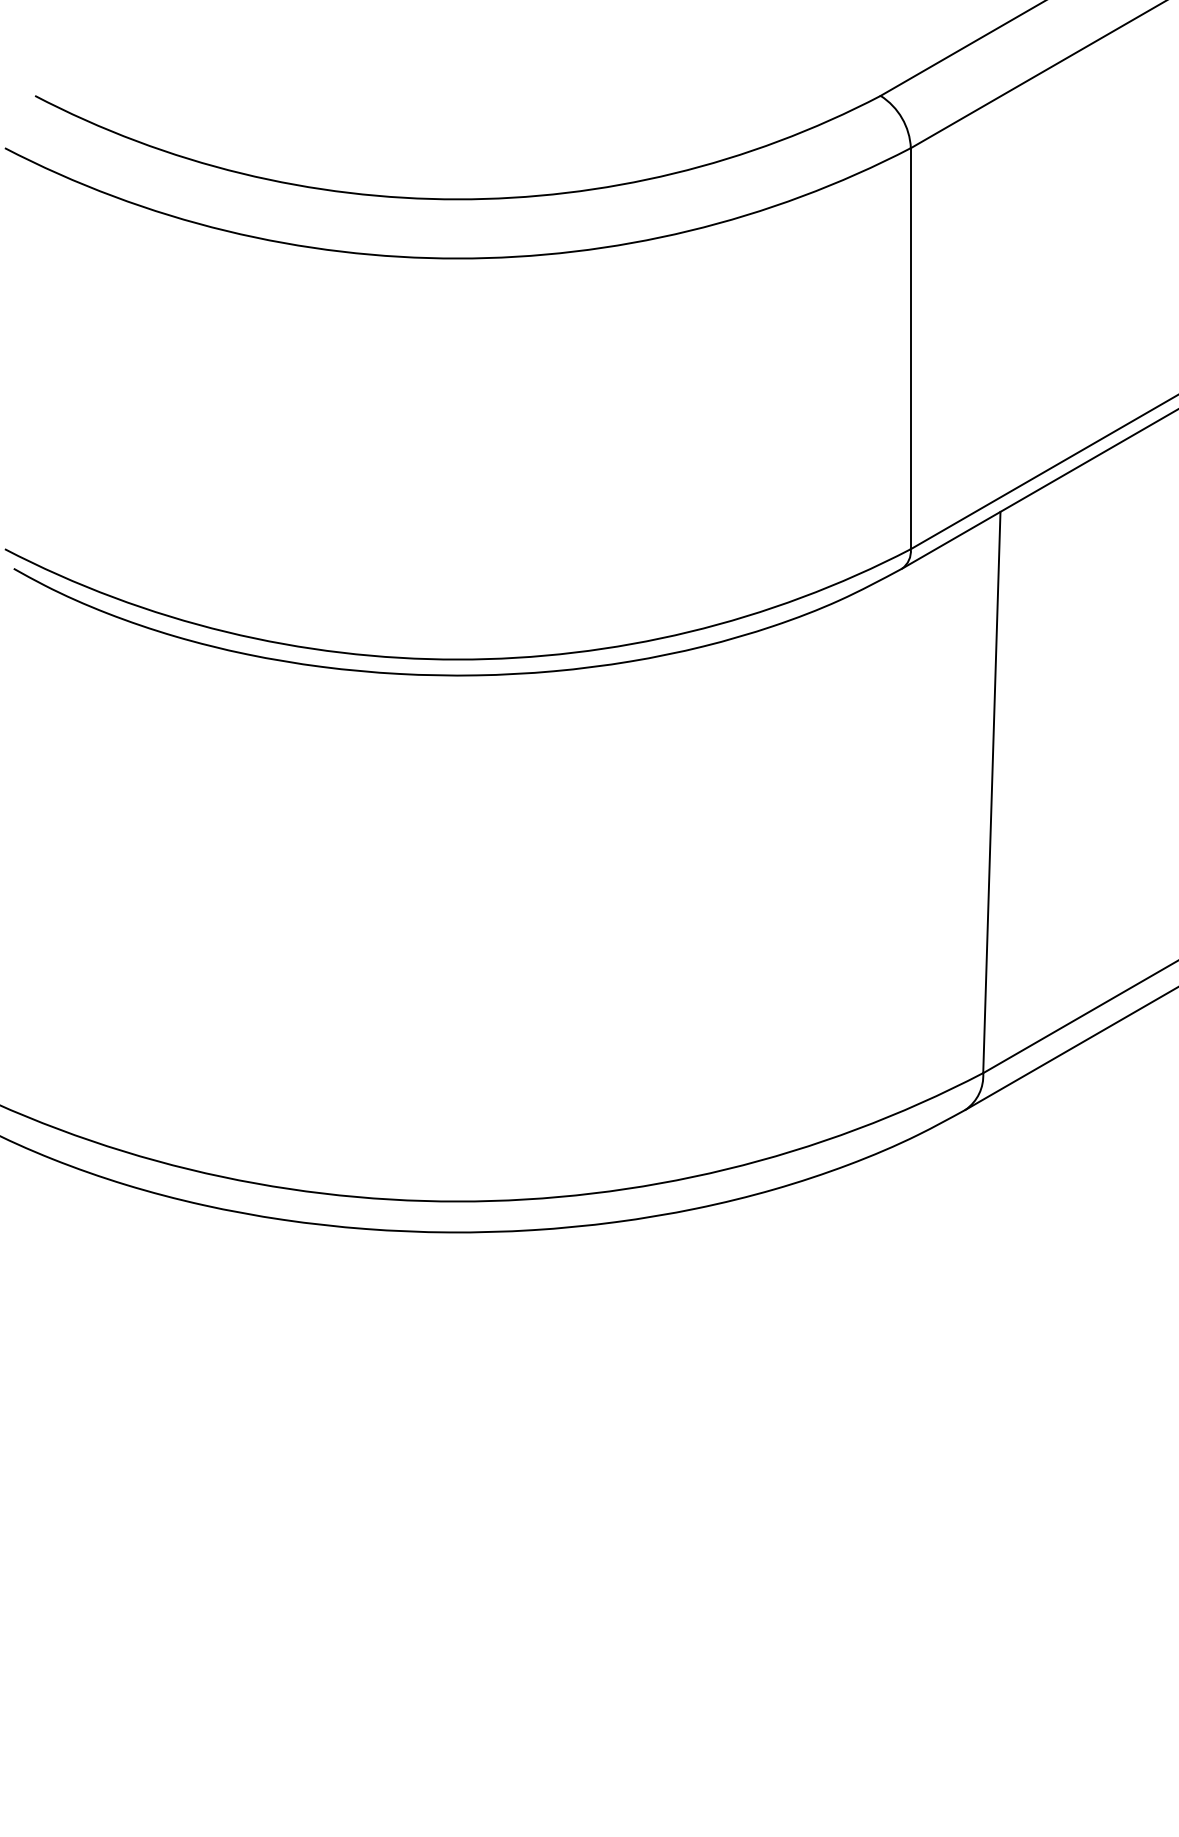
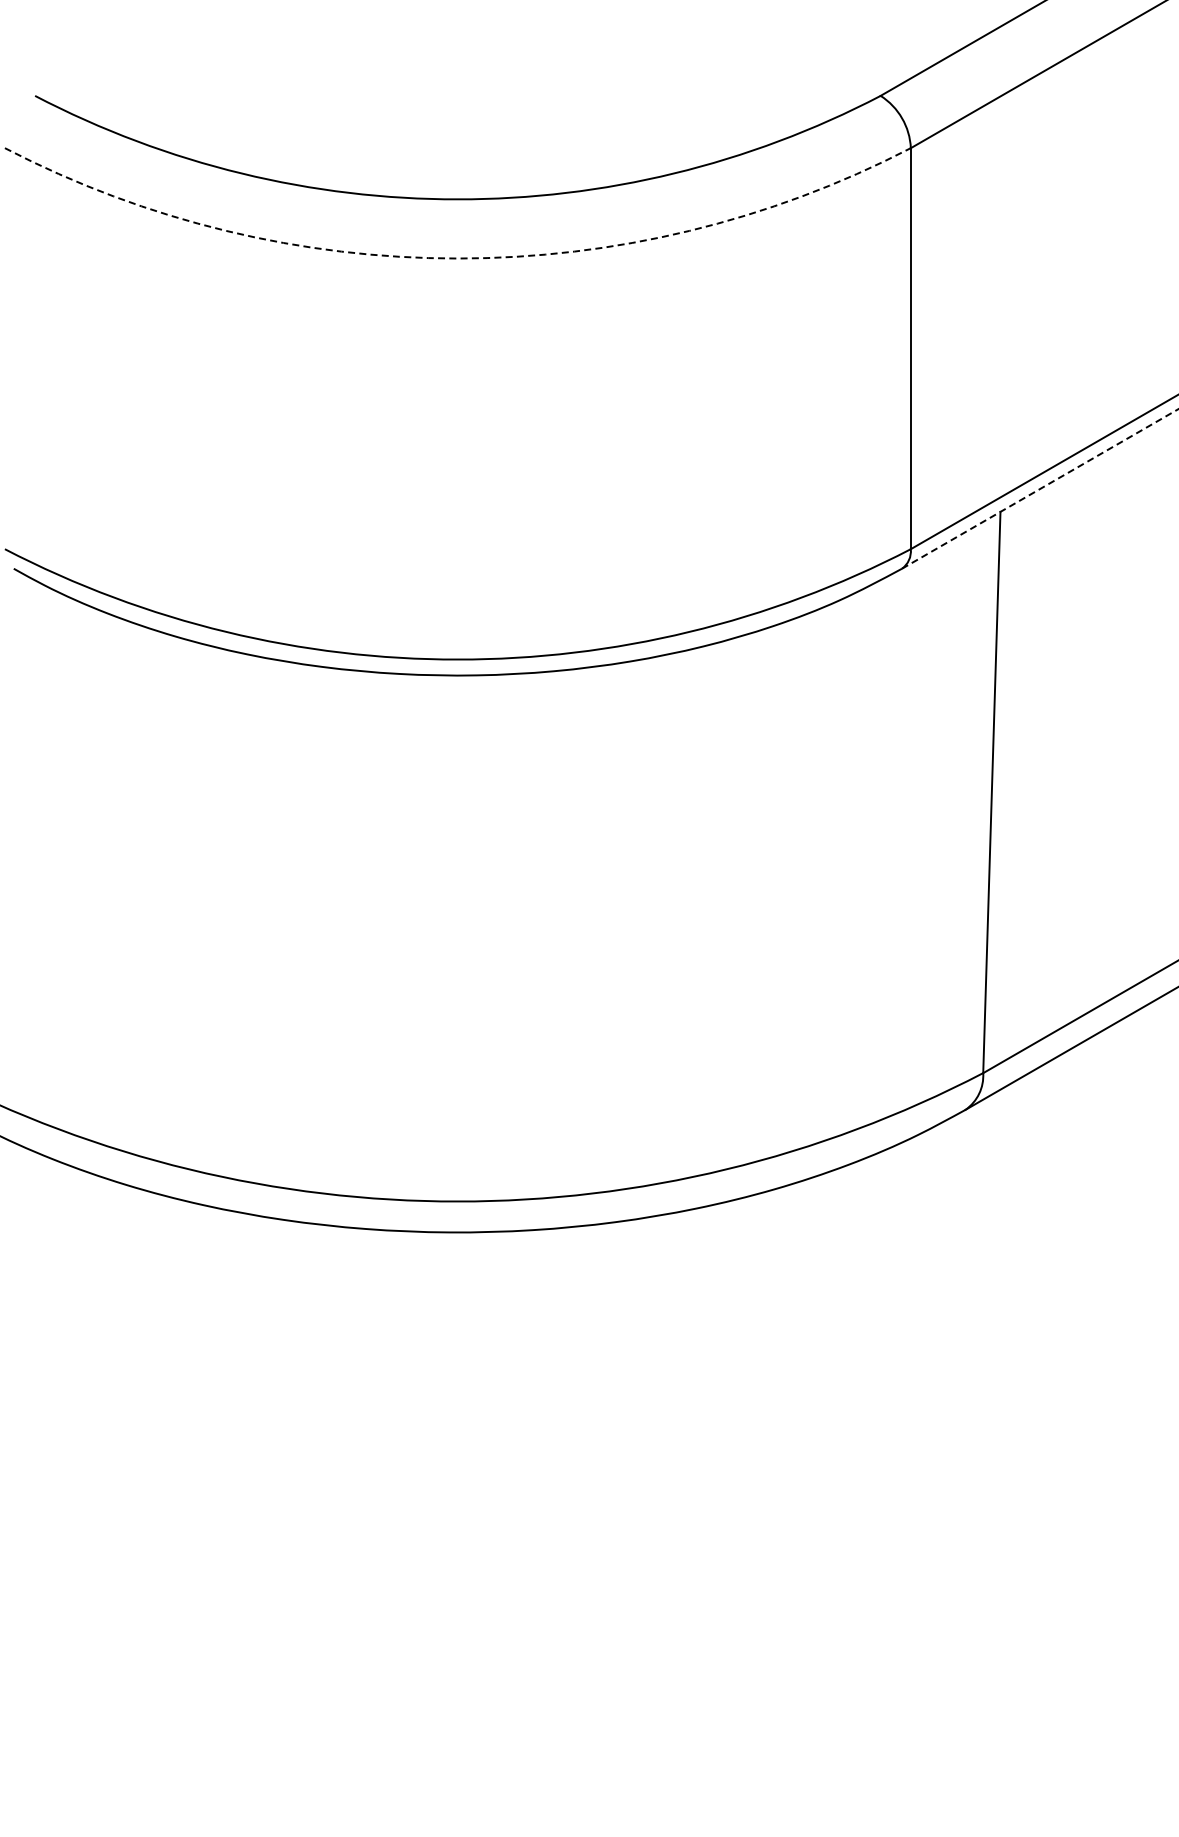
arc at (457, 258): solid -> dashed
line at (1040, 488): solid -> dashed
